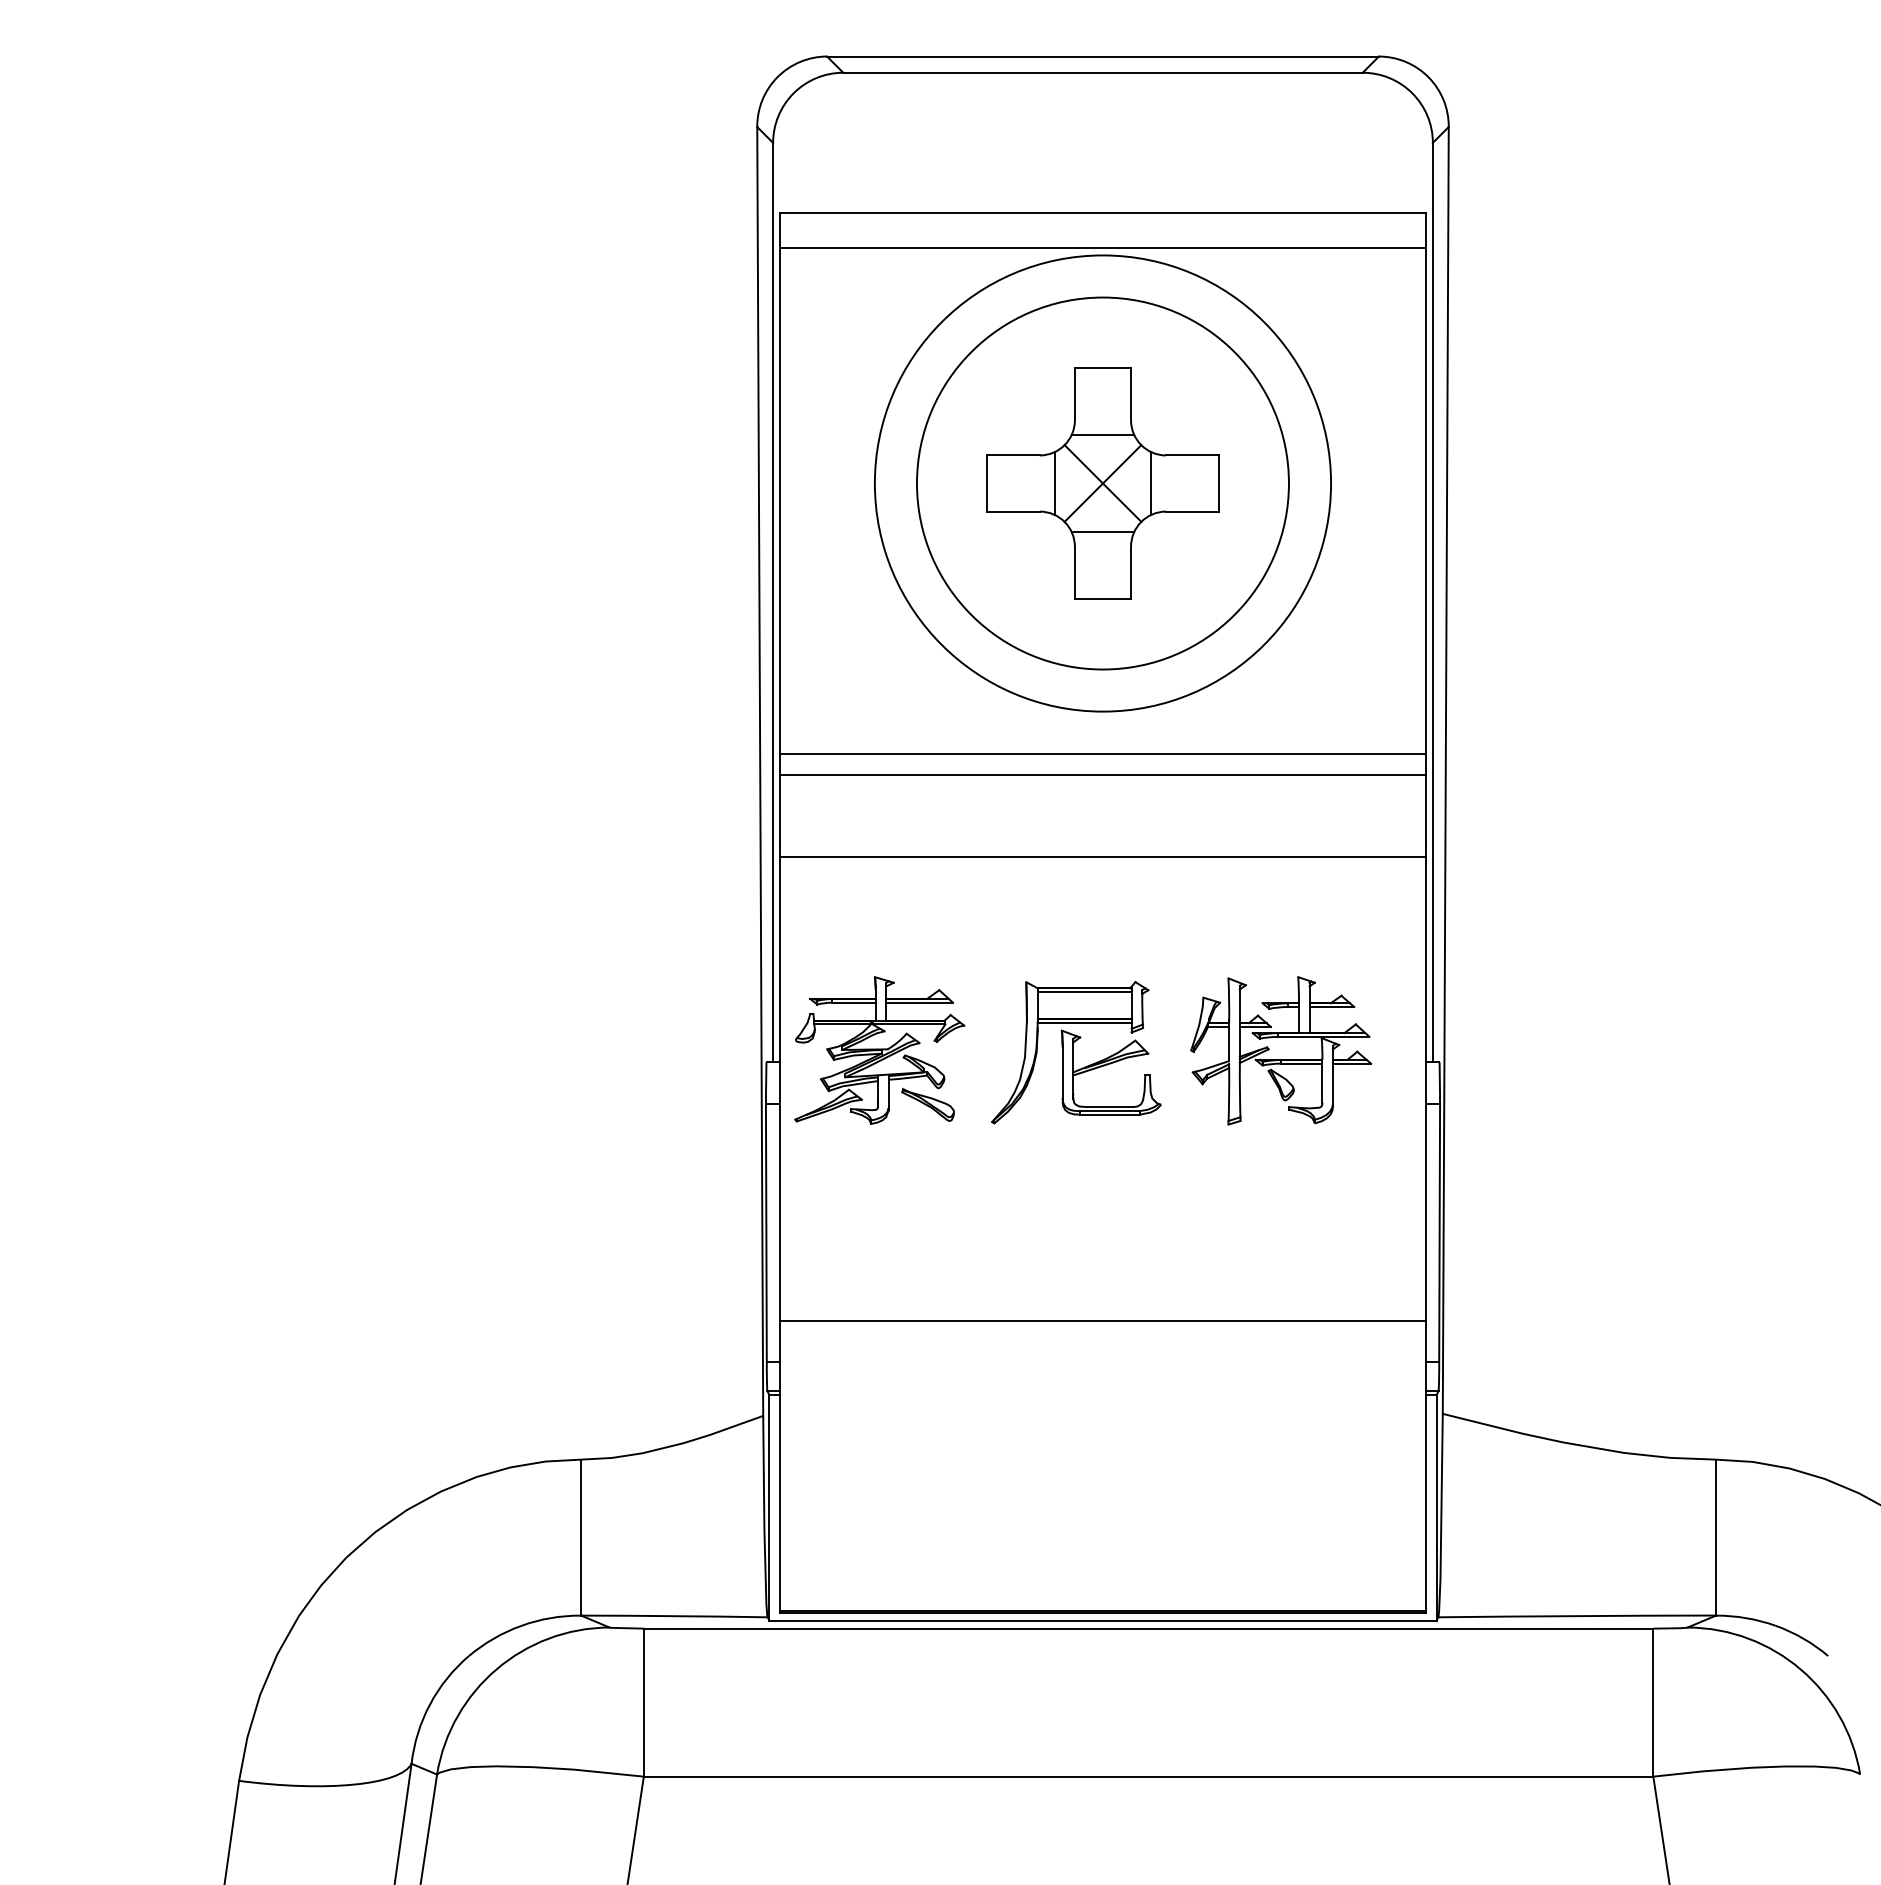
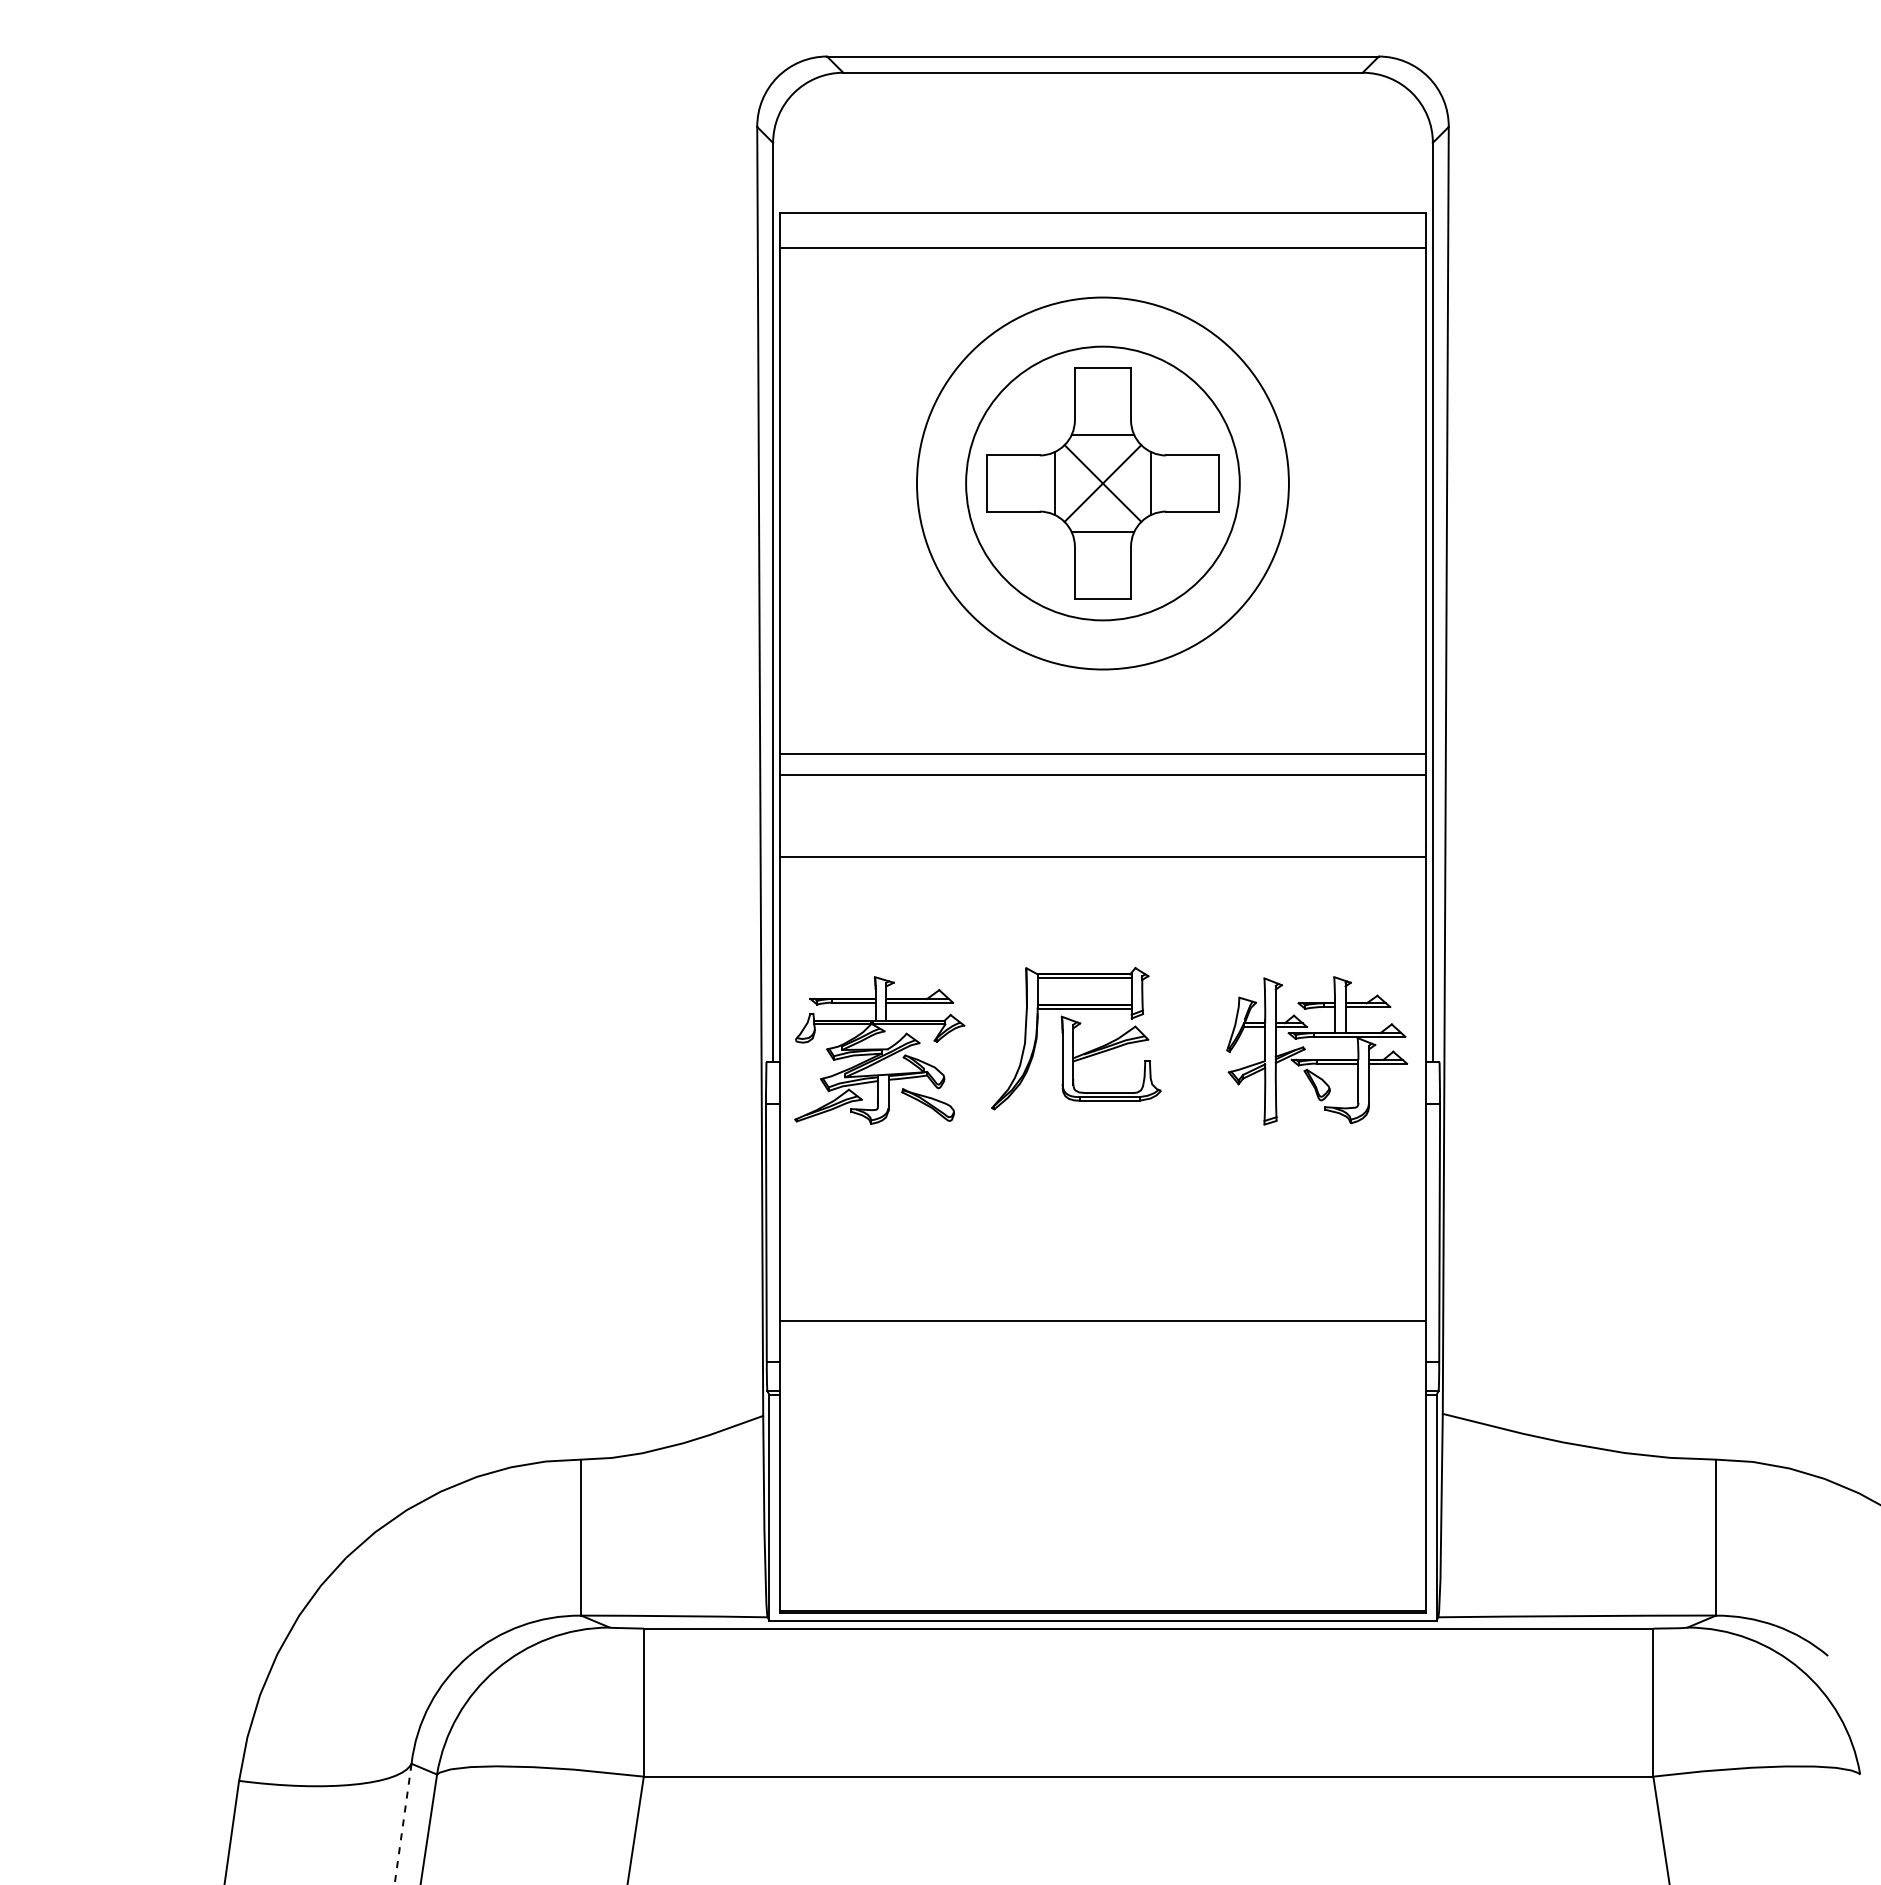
circle at (1102, 483) diameter: 456 px -> 274 px
part at (1076, 1052) position: (1076, 1052) -> (1076, 1038)
part at (1281, 1059) position: (1281, 1059) -> (1317, 1059)
line at (403, 1824): solid -> dashed
